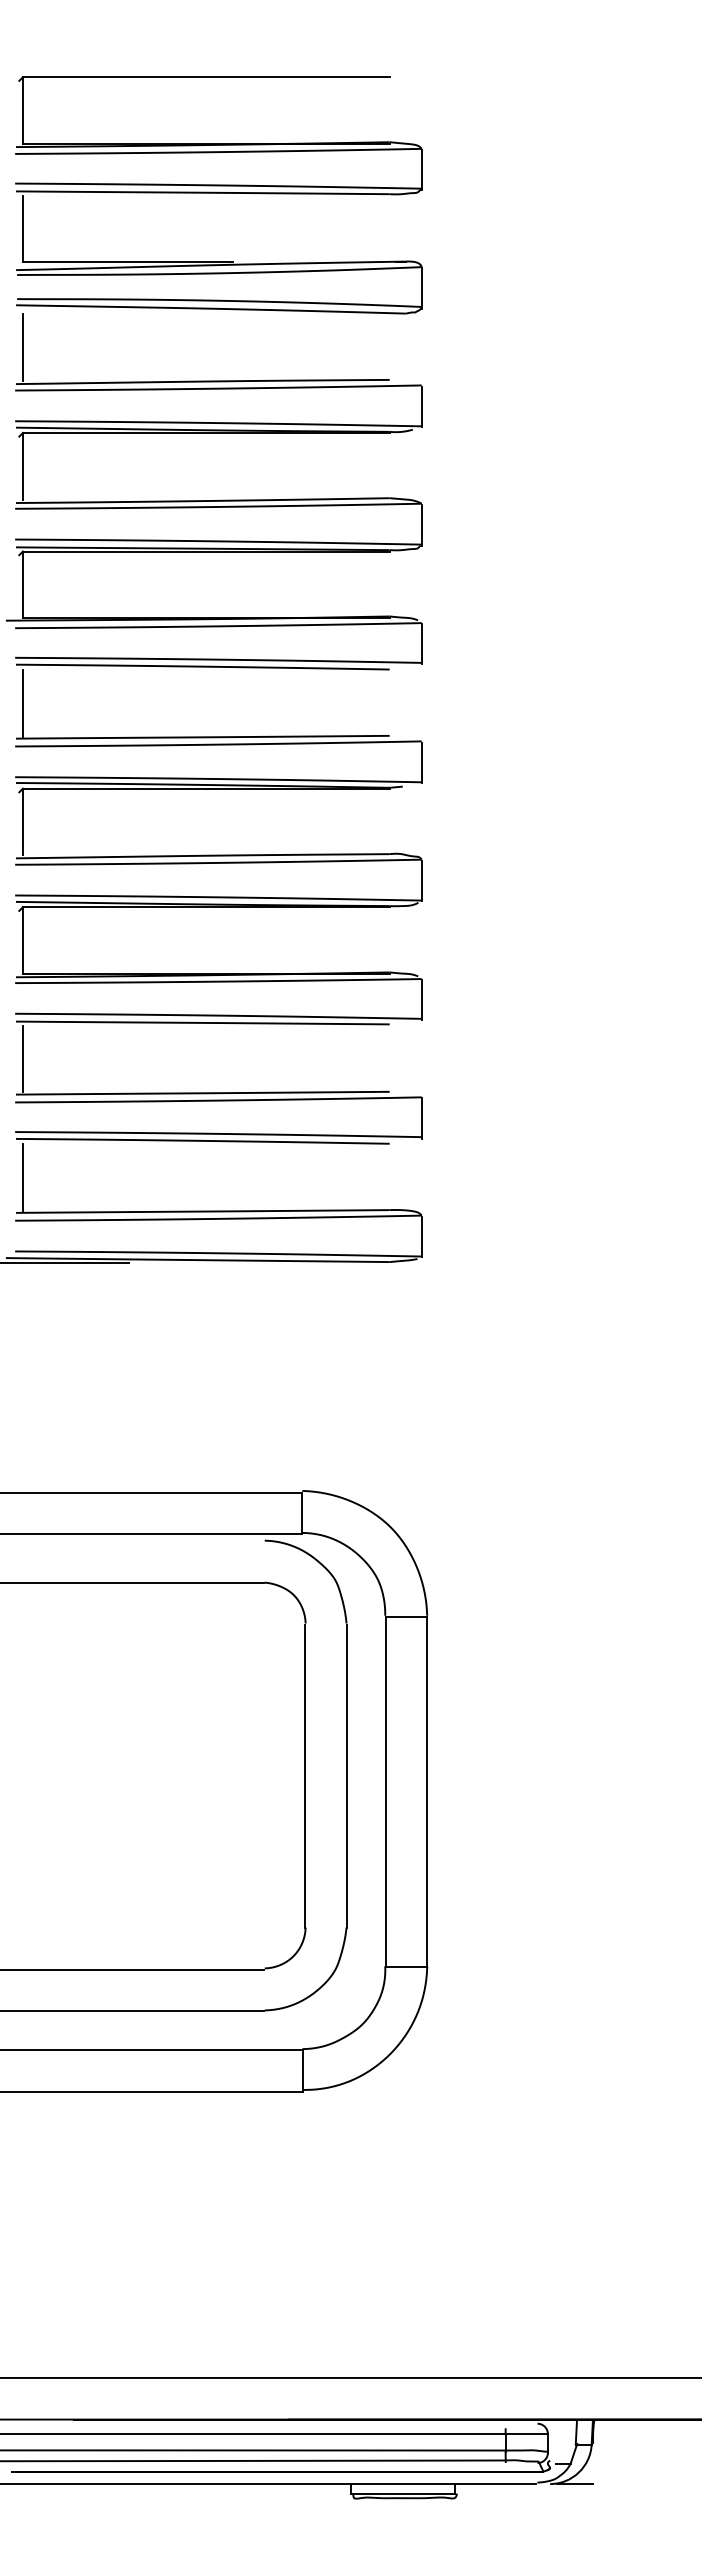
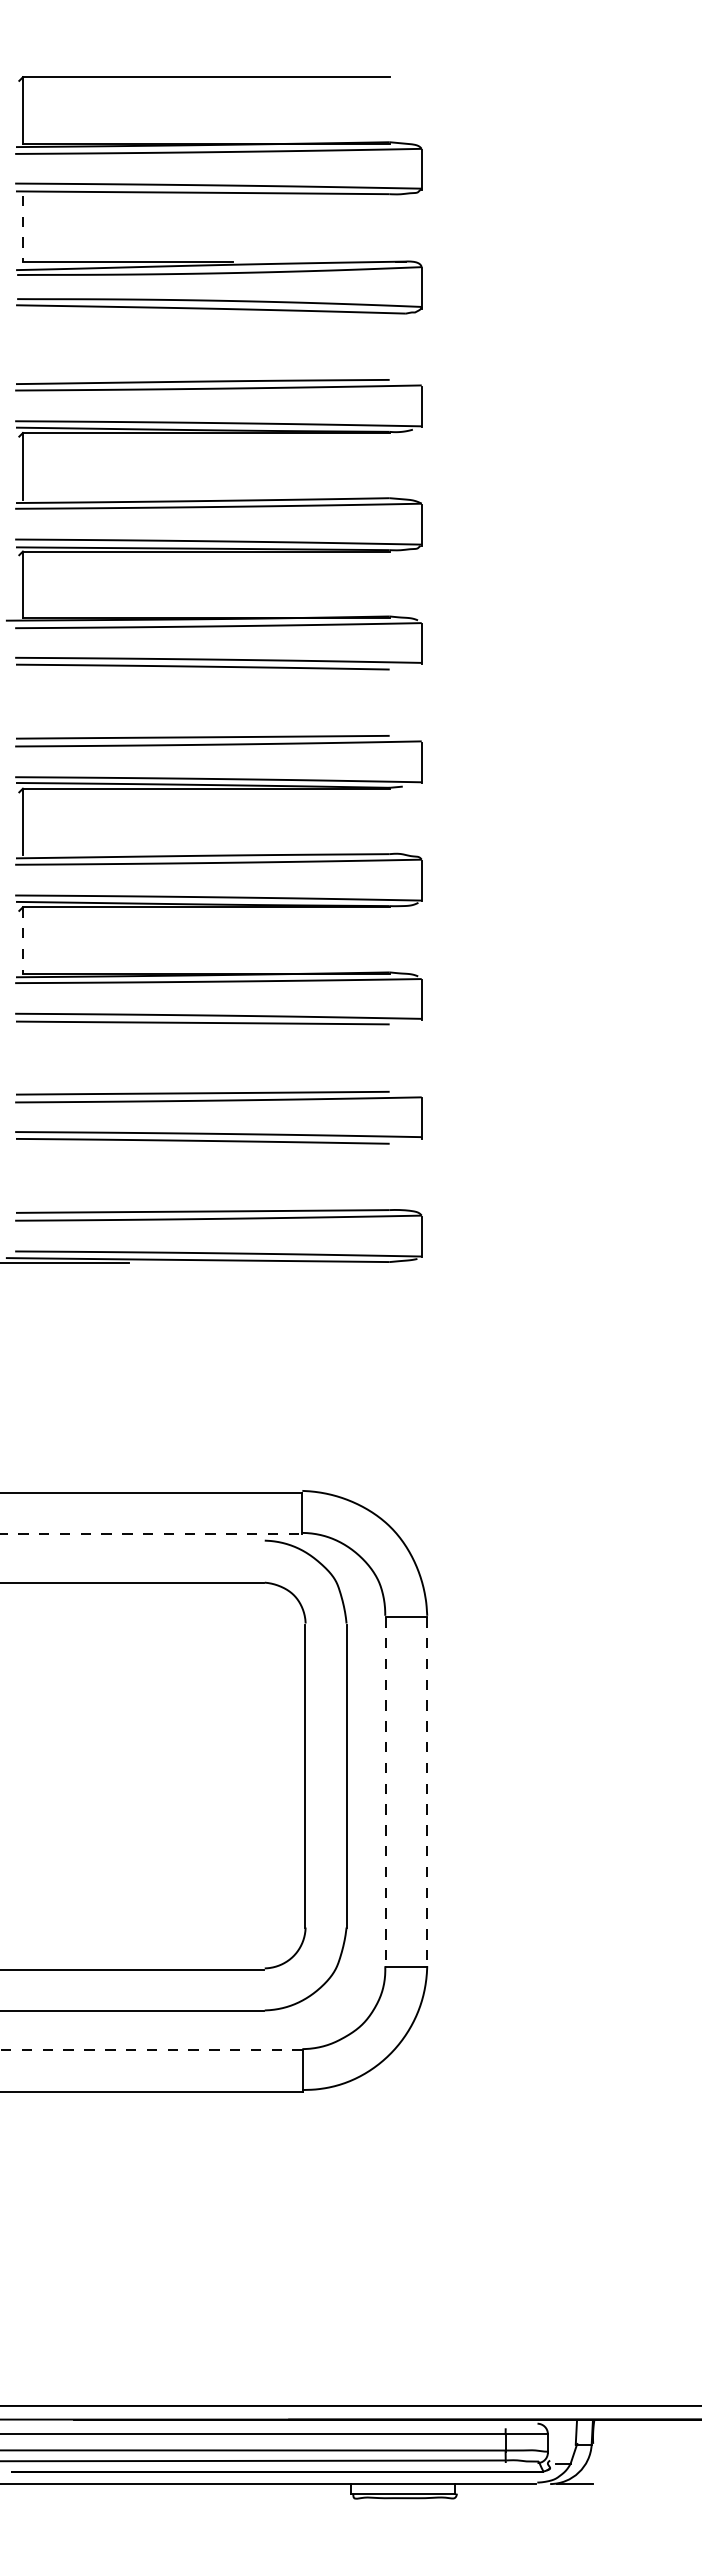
line at (22, 229): solid -> dashed
line at (22, 347): present -> none
line at (22, 703): present -> none
line at (22, 941): solid -> dashed
line at (22, 1058): present -> none
line at (22, 1177): present -> none
line at (151, 1534): solid -> dashed
line at (385, 1792): solid -> dashed
line at (427, 1792): solid -> dashed
line at (151, 2050): solid -> dashed
line at (350, 2377) position: (350, 2377) -> (350, 2405)
